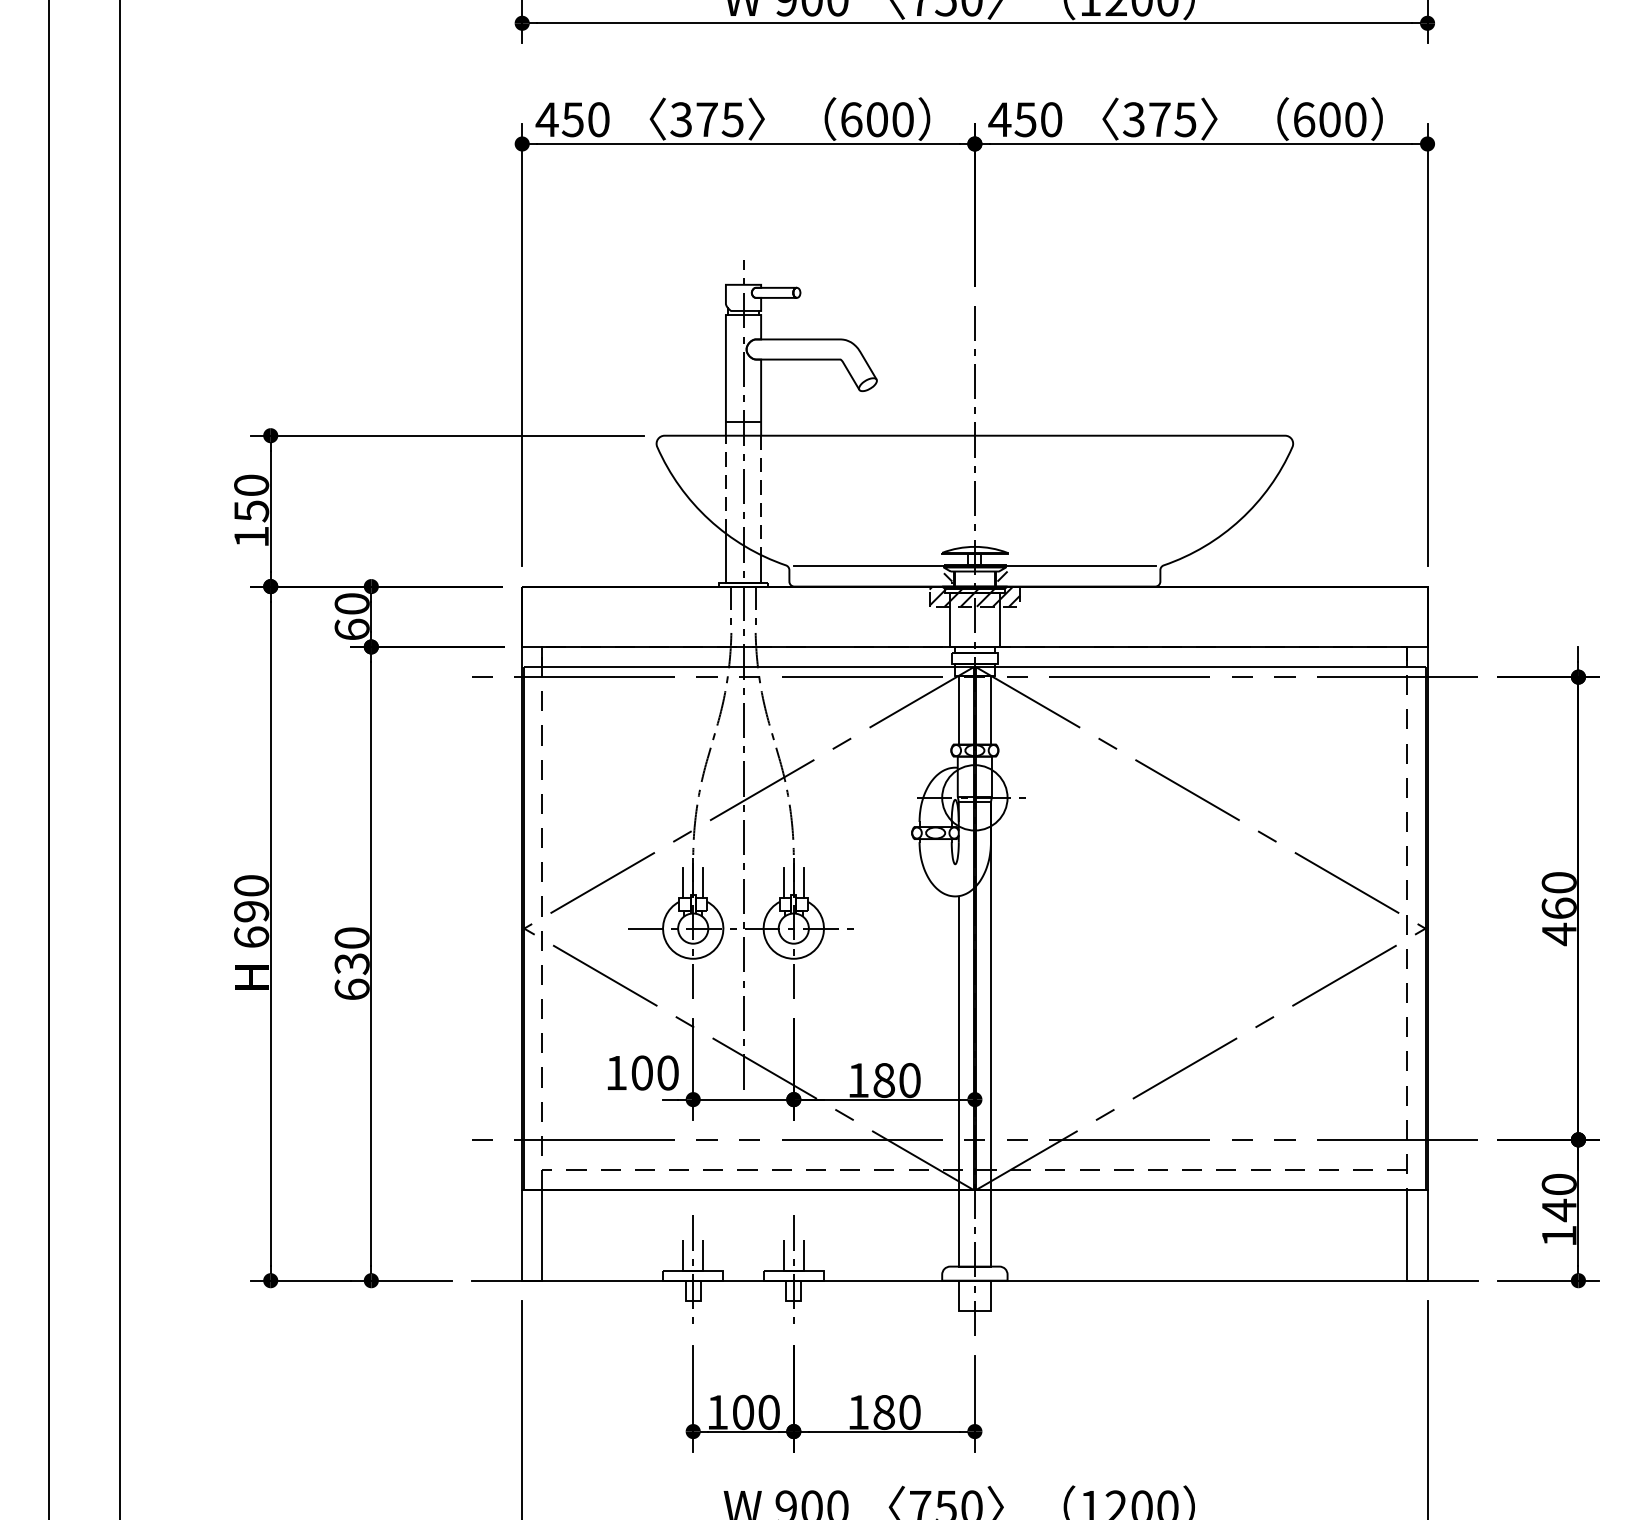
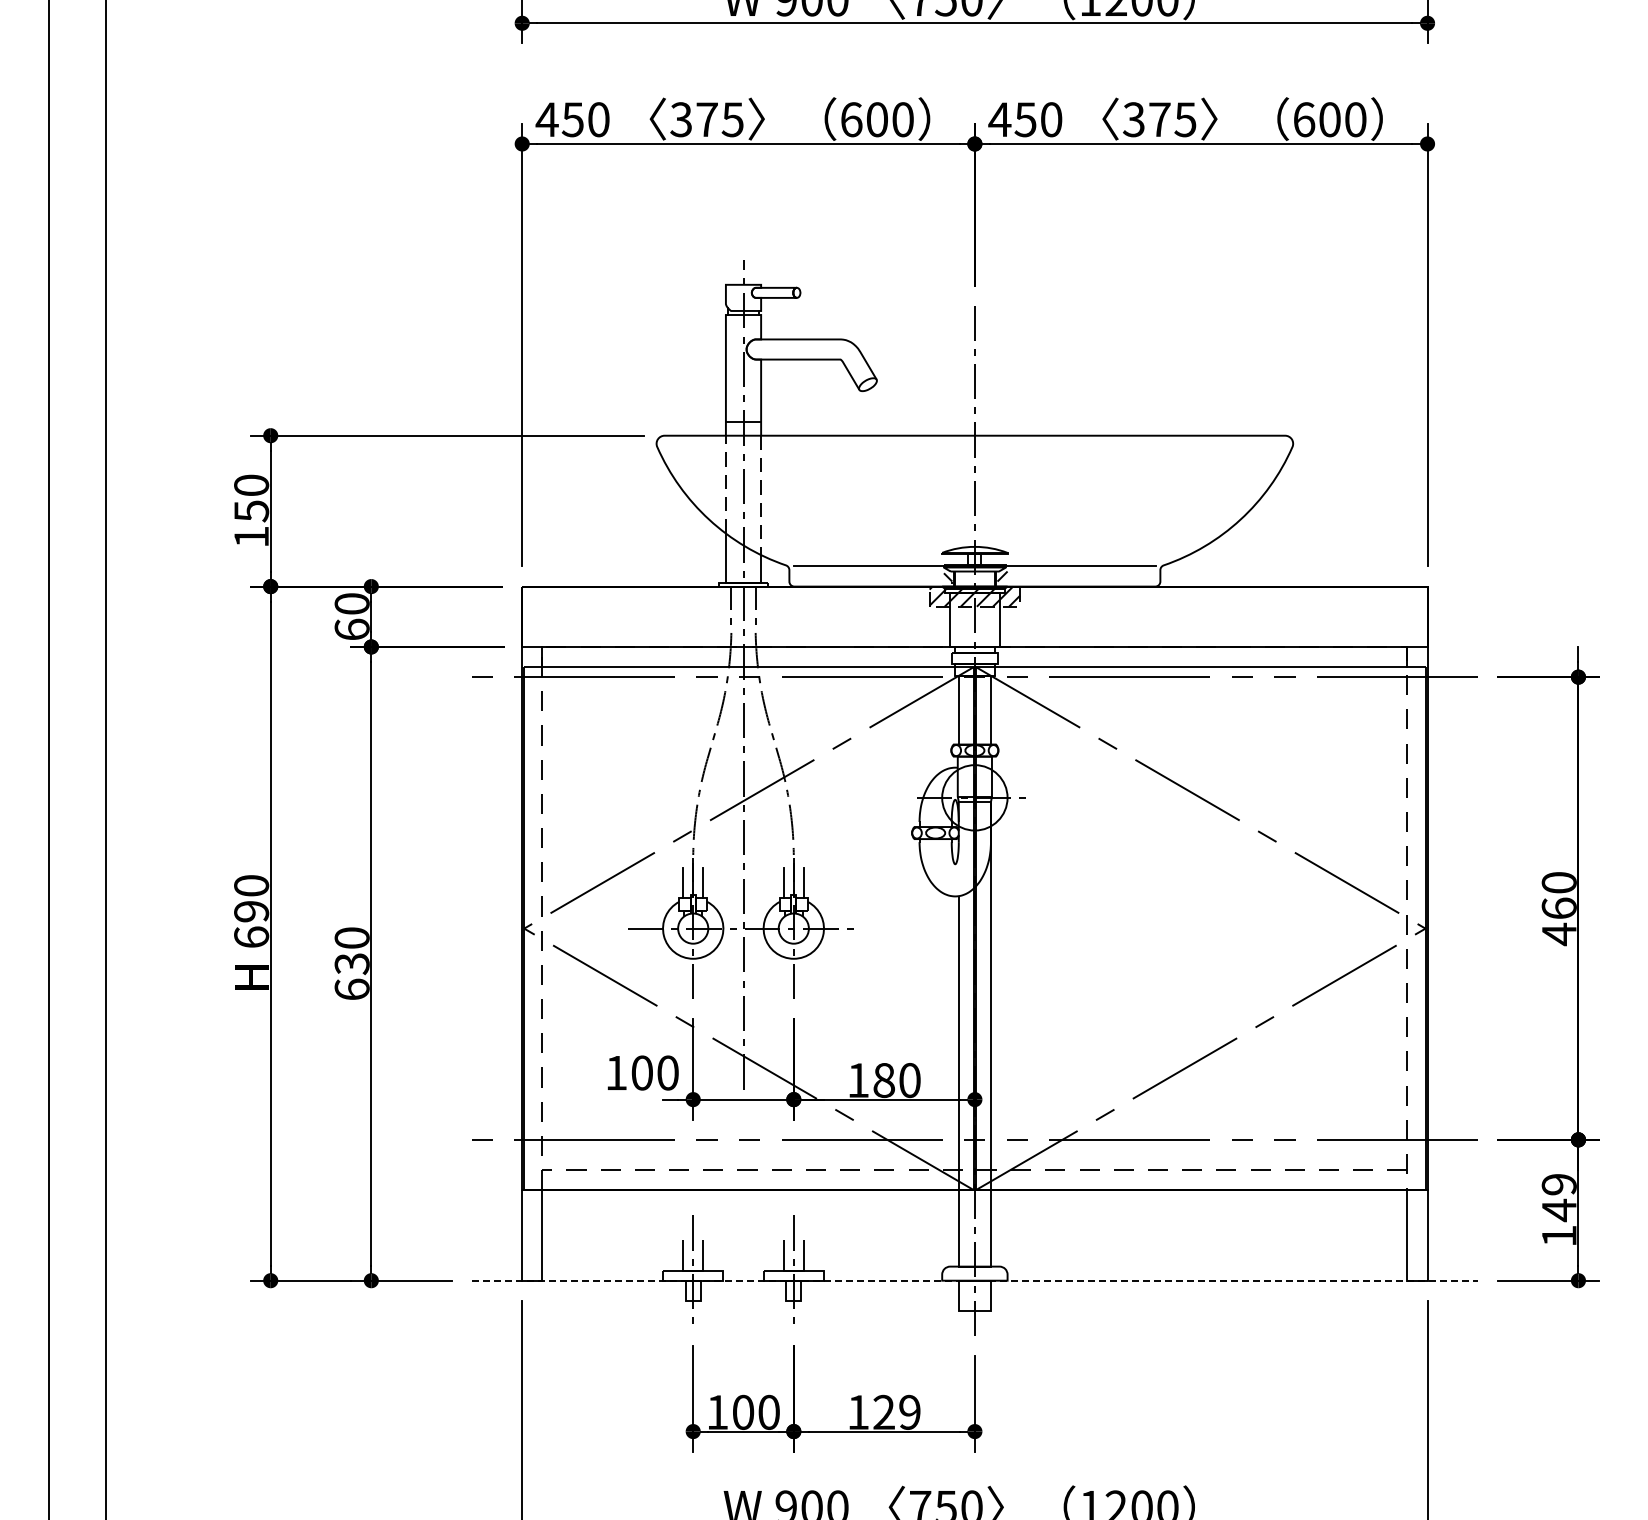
line at (119, 759) position: (119, 759) -> (105, 759)
text at (1558, 1184): 140 -> 149
line at (974, 1280): solid -> dashed
text at (896, 1411): 180 -> 129
